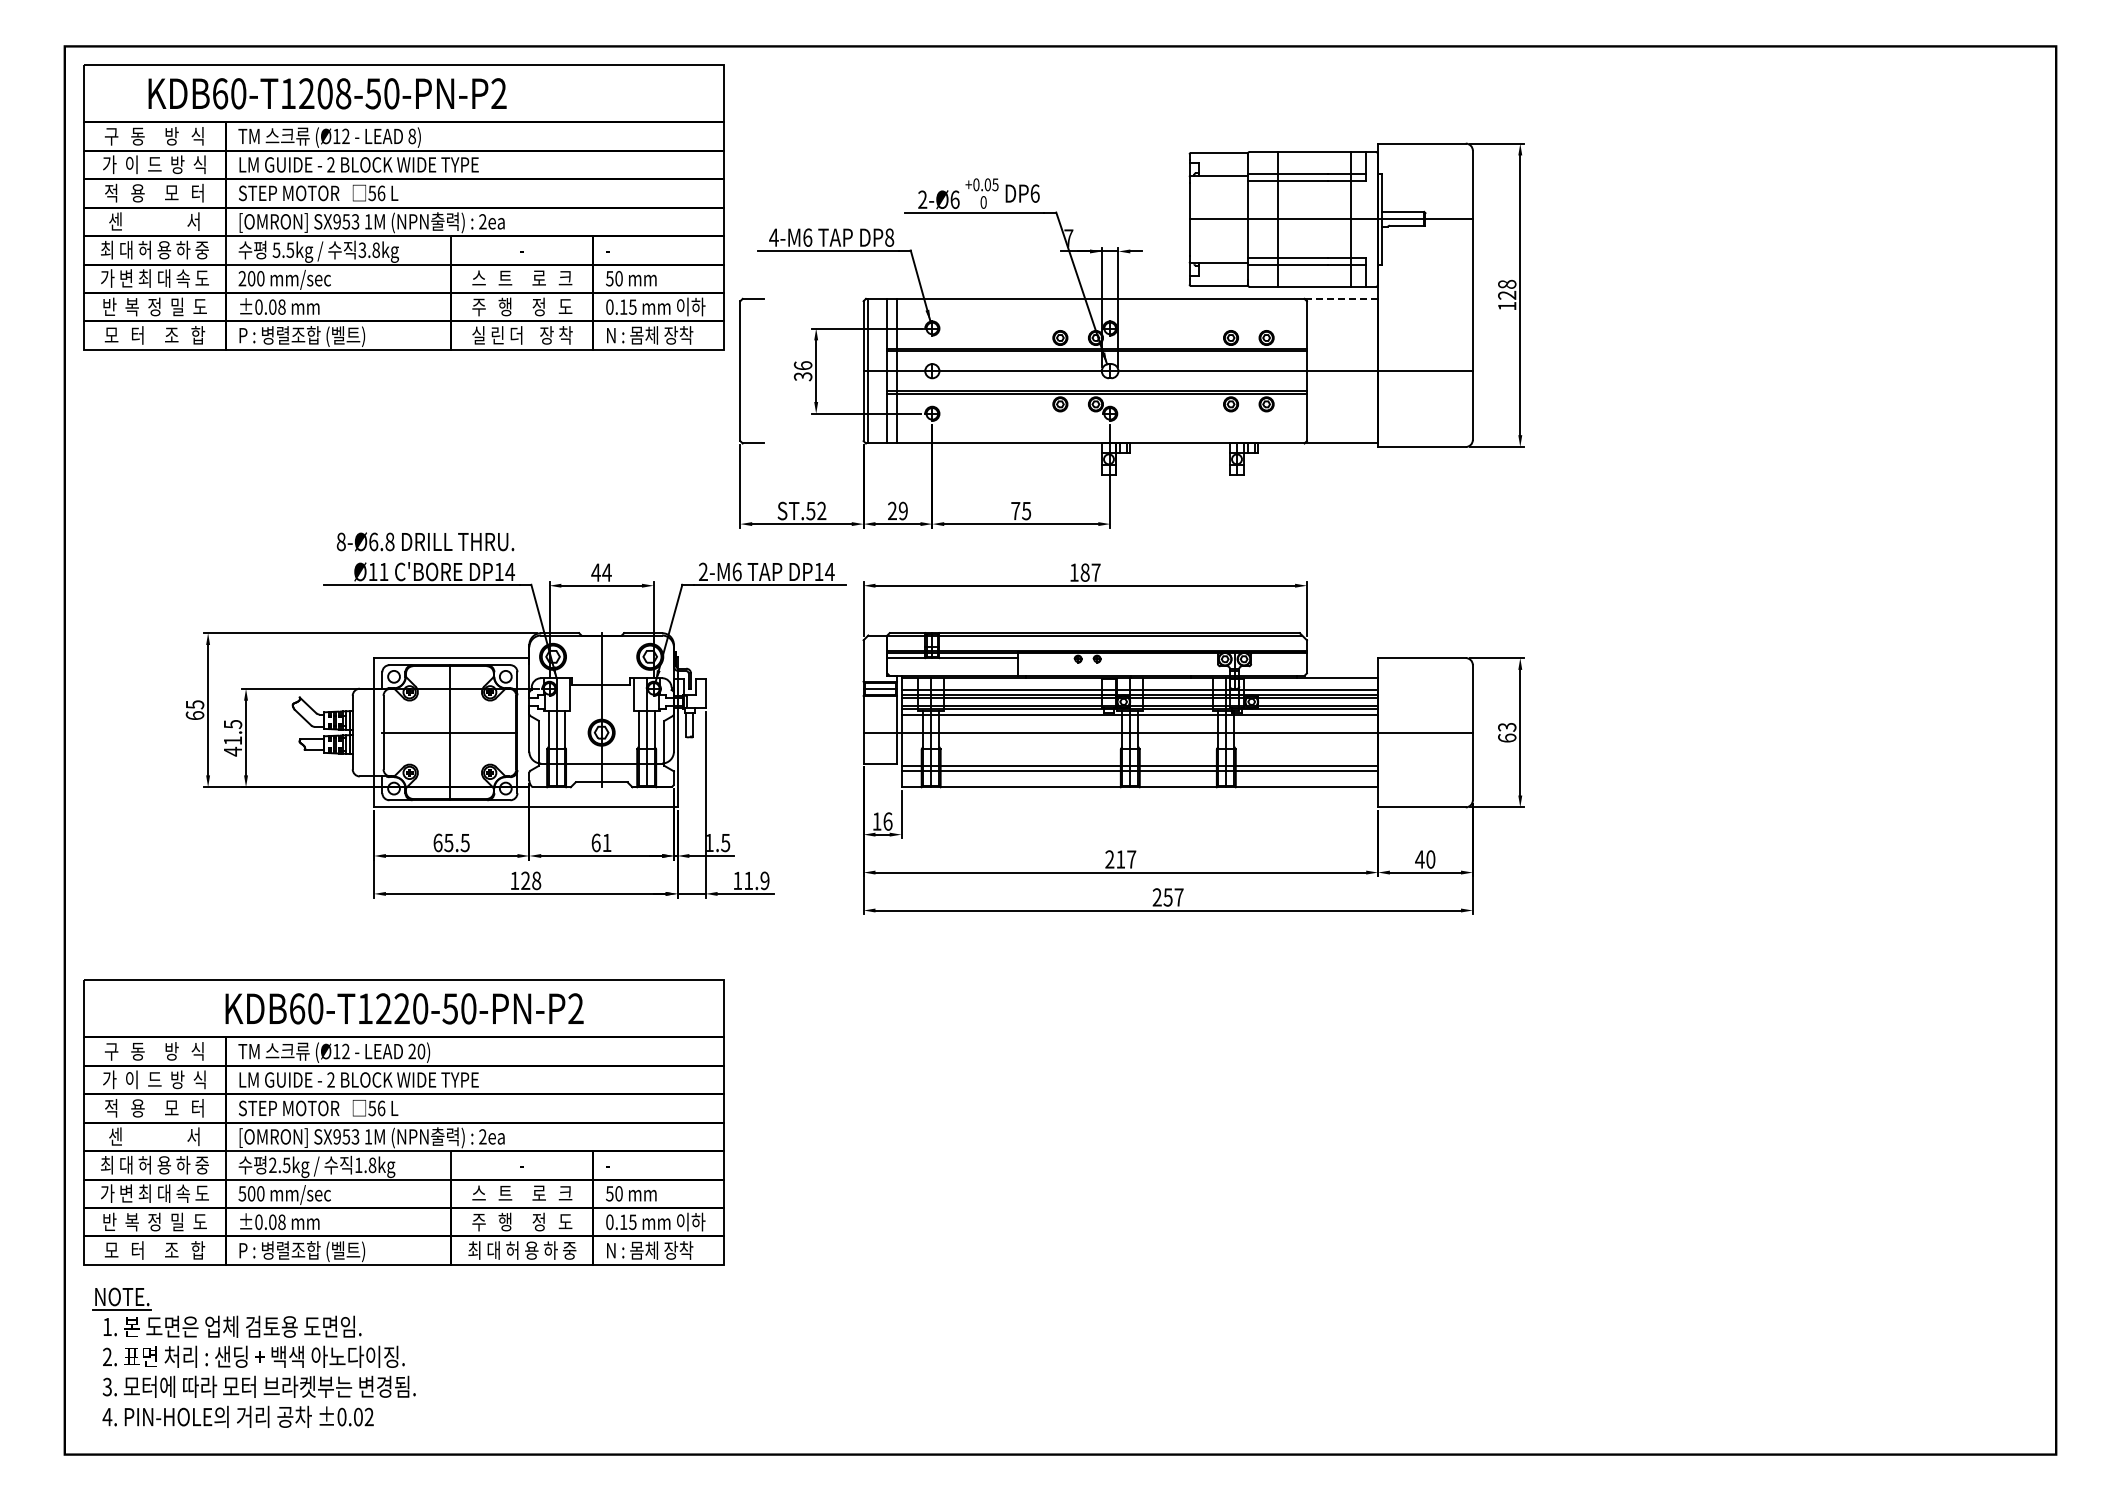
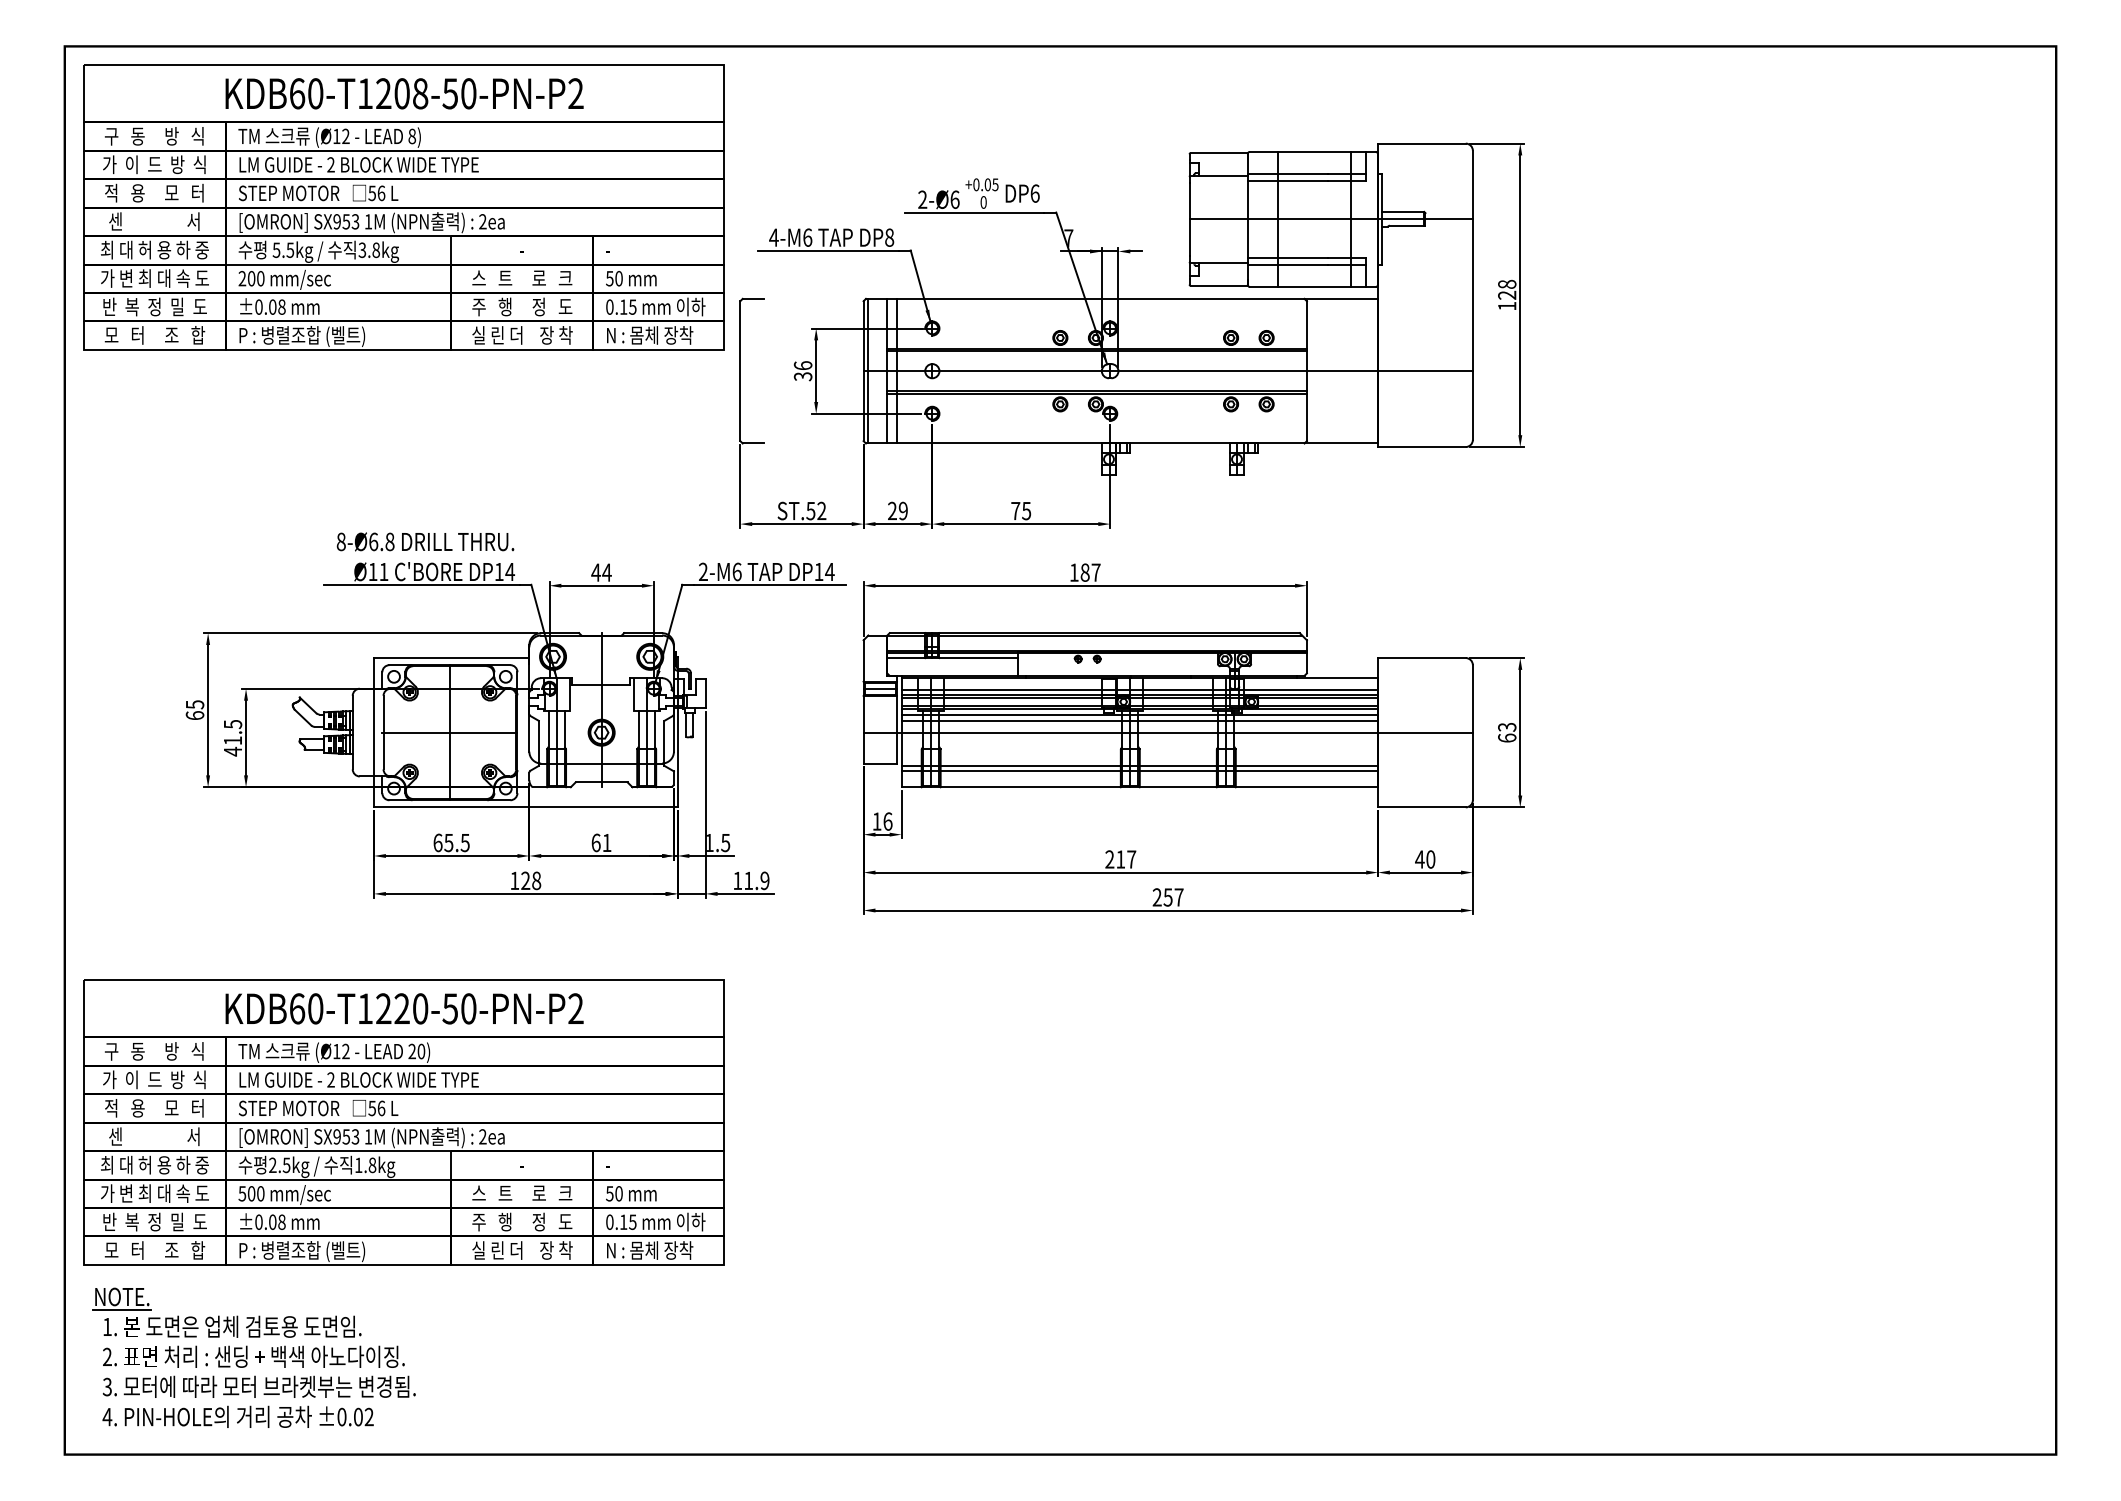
text at (327, 93) position: (327, 93) -> (404, 93)
line at (1341, 298): dashed -> solid
line at (1139, 720): none -> present
text at (522, 1250): 최 대 허 용 하 중 -> 실 린 더    장 착
